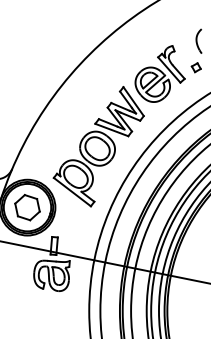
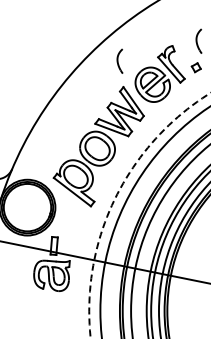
part at (119, 60): none -> present
part at (27, 207): present -> none
circle at (149, 215): solid -> dashed
